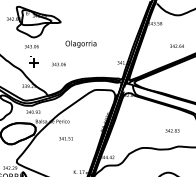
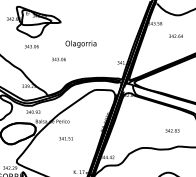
text at (176, 45) position: (176, 45) -> (175, 35)
part at (33, 61): present -> none
text at (58, 64) position: (58, 64) -> (58, 59)
